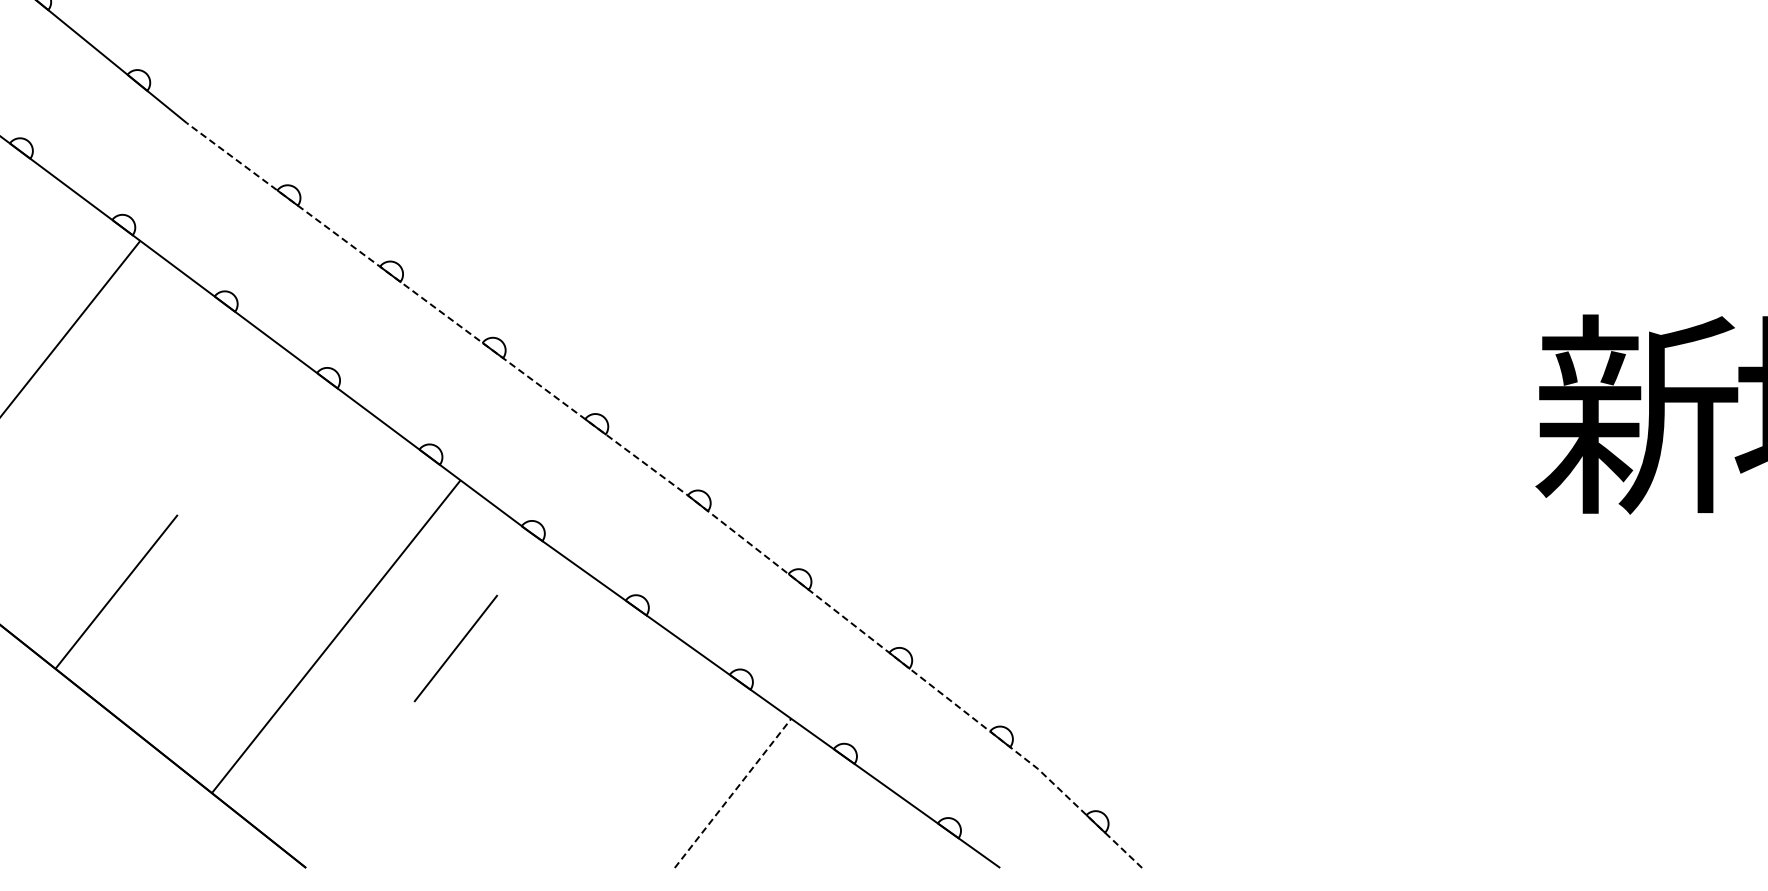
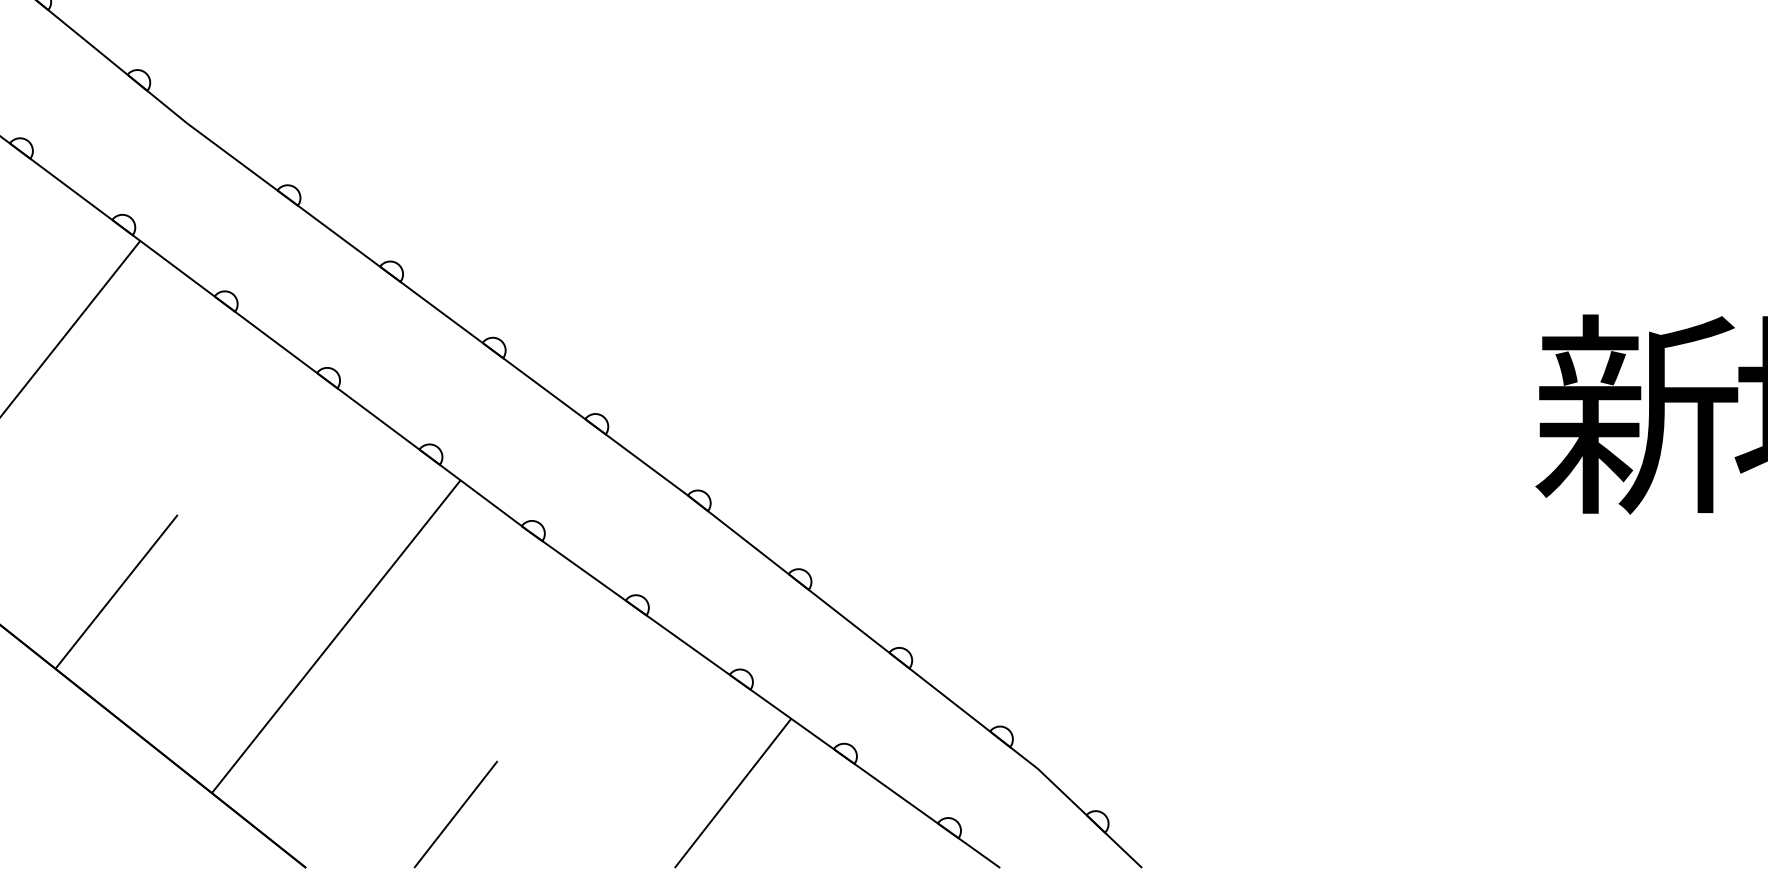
line at (674, 485): dashed -> solid
line at (455, 648) position: (455, 648) -> (455, 814)
line at (733, 793): dashed -> solid
